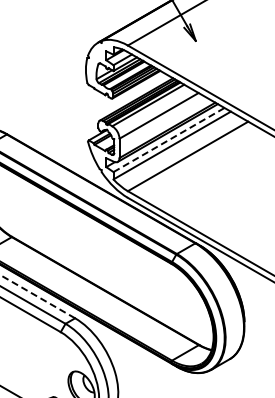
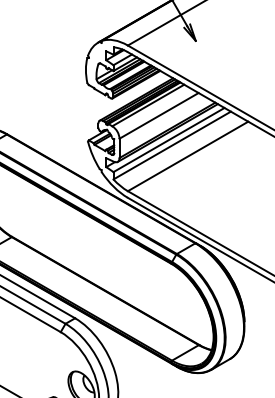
line at (169, 139): dashed -> solid
line at (37, 296): dashed -> solid
